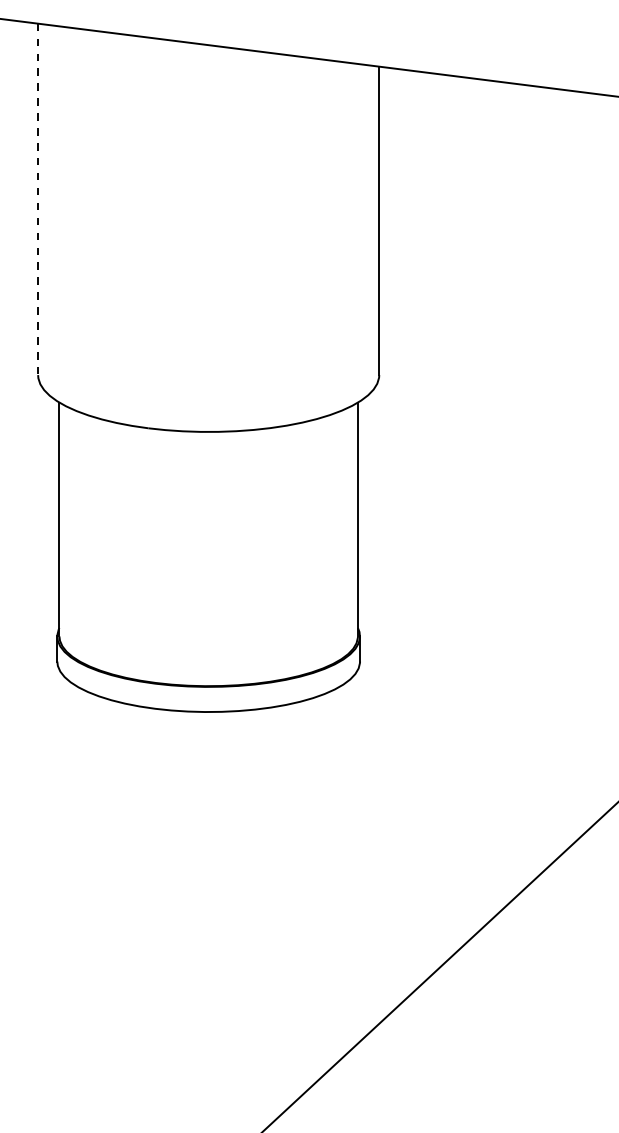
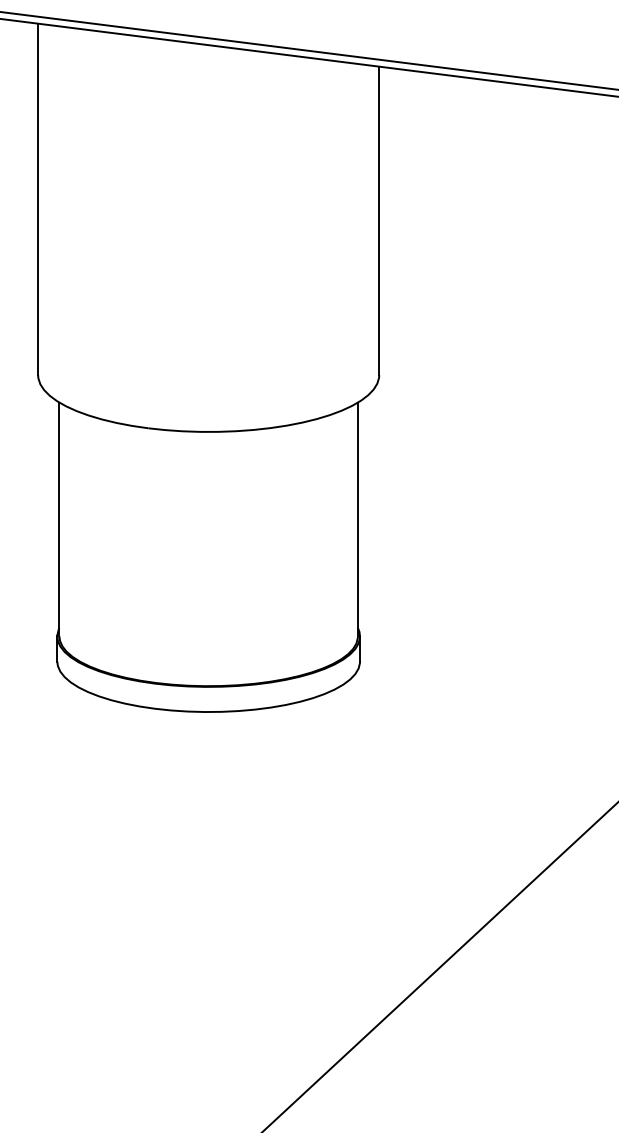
line at (308, 50): none -> present
line at (38, 199): dashed -> solid
